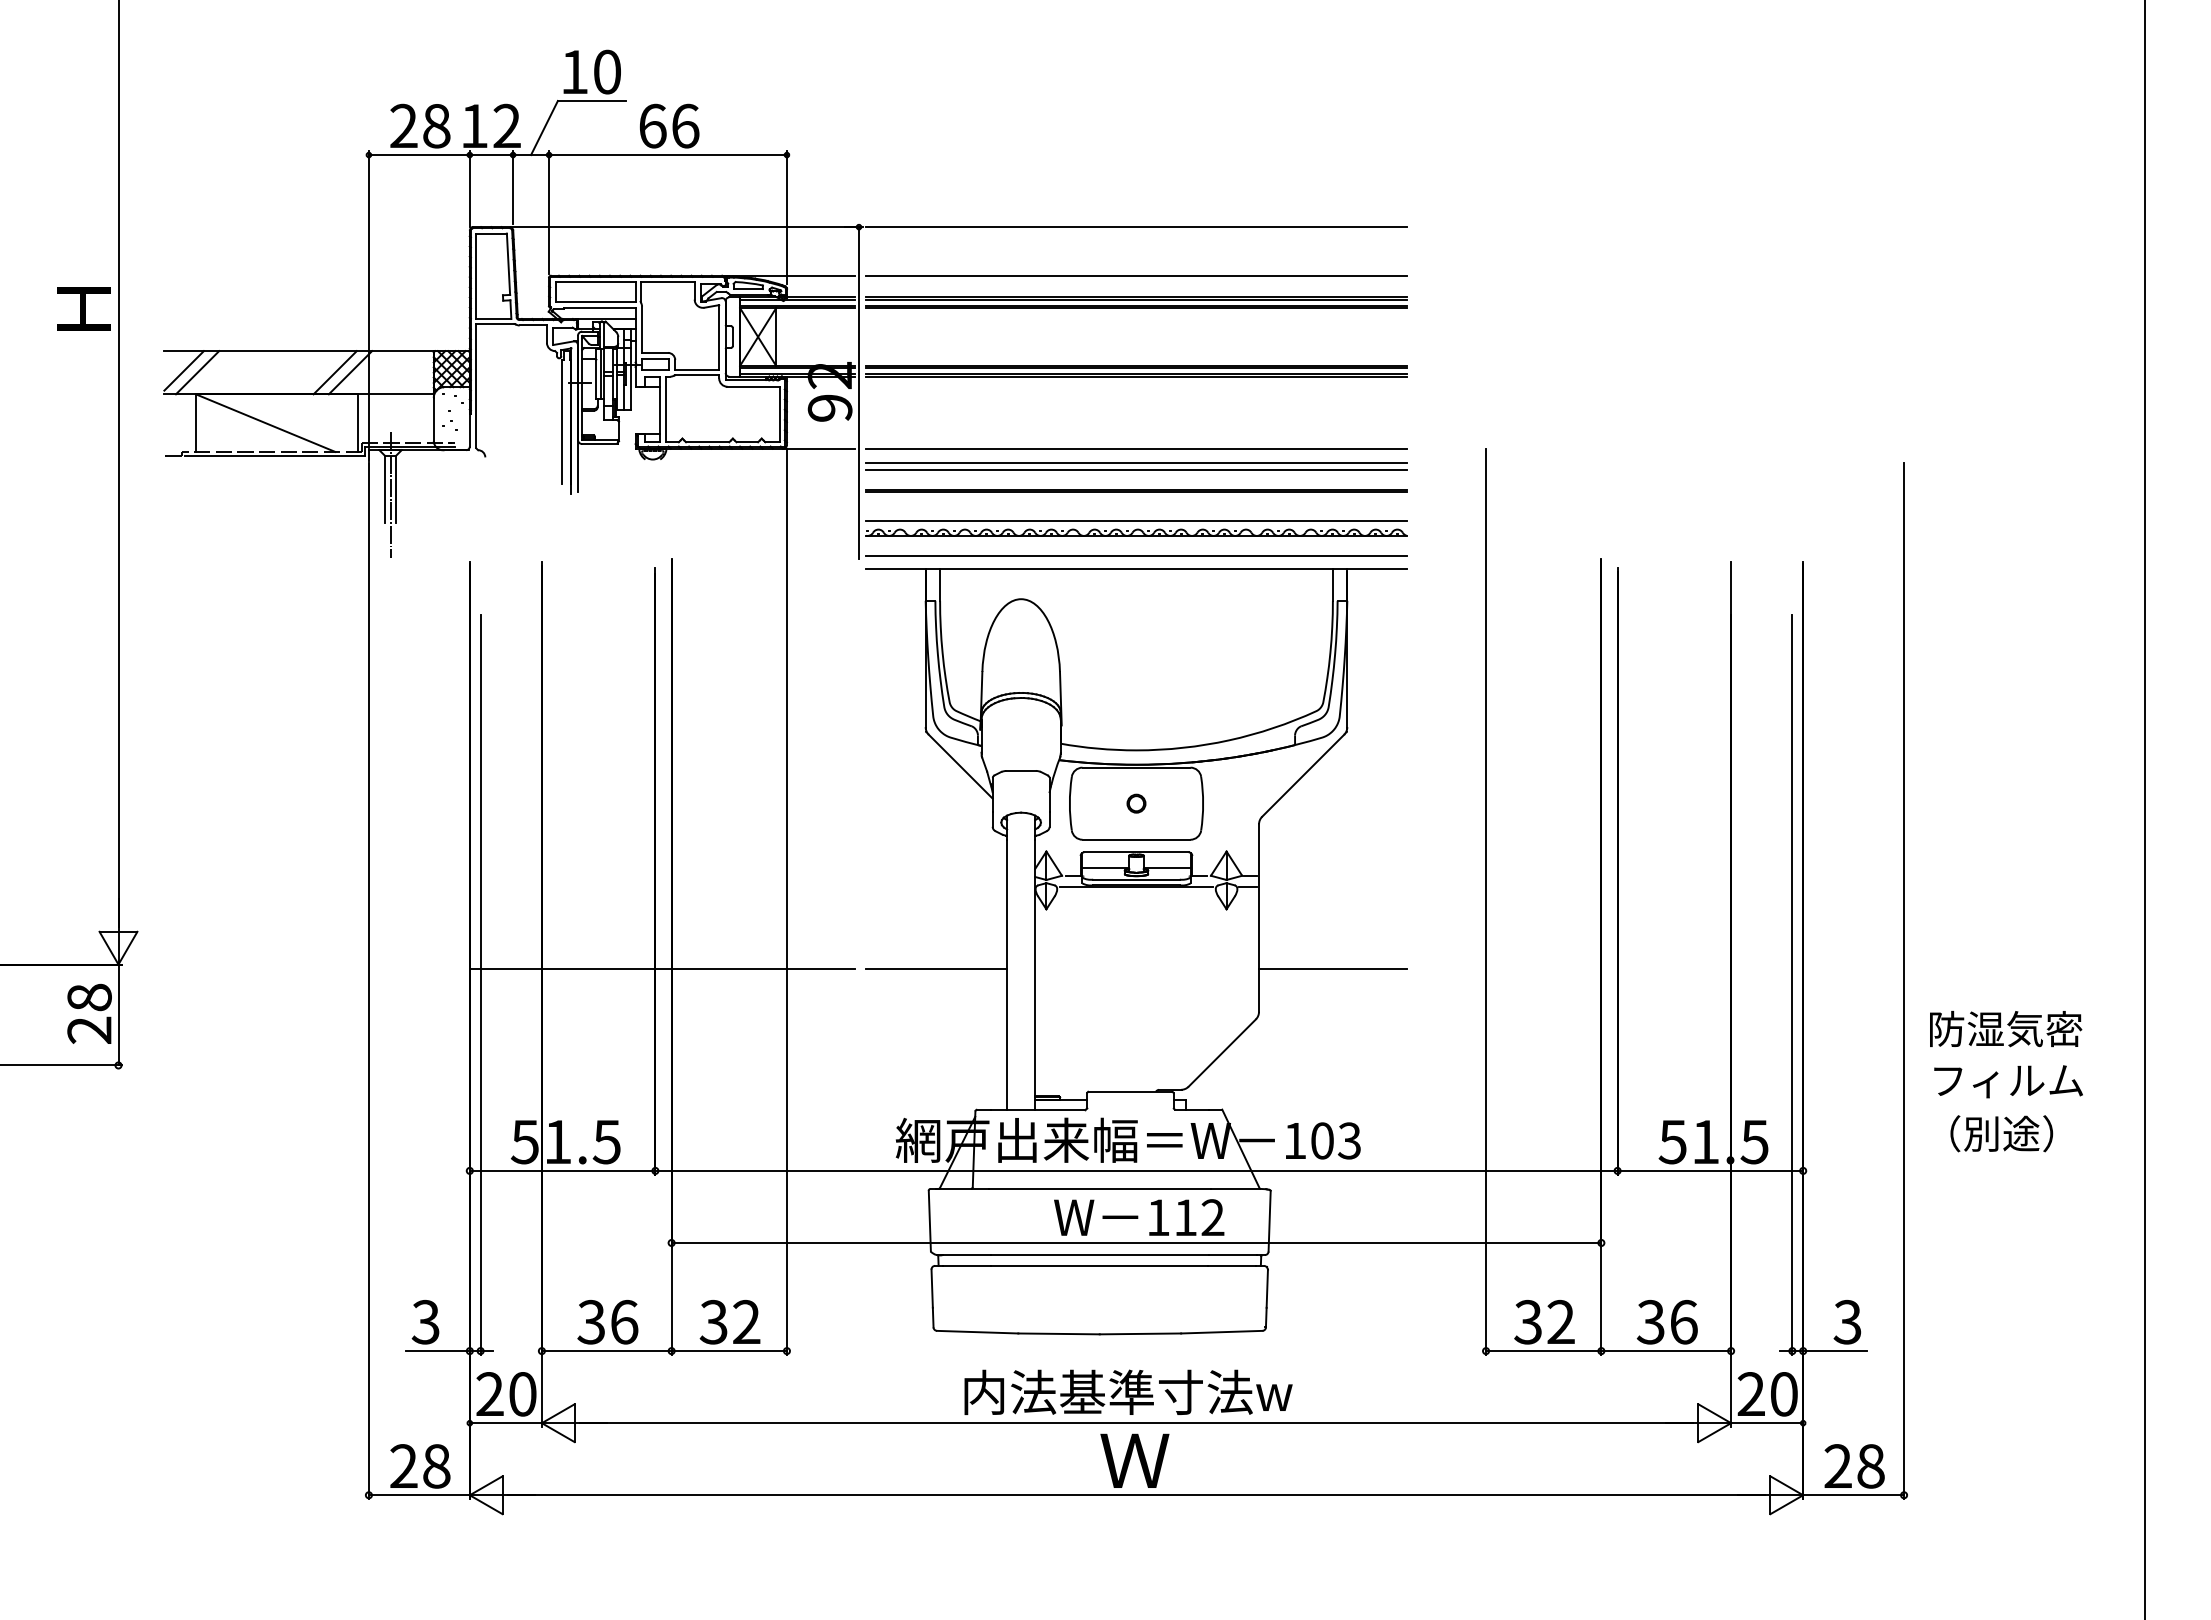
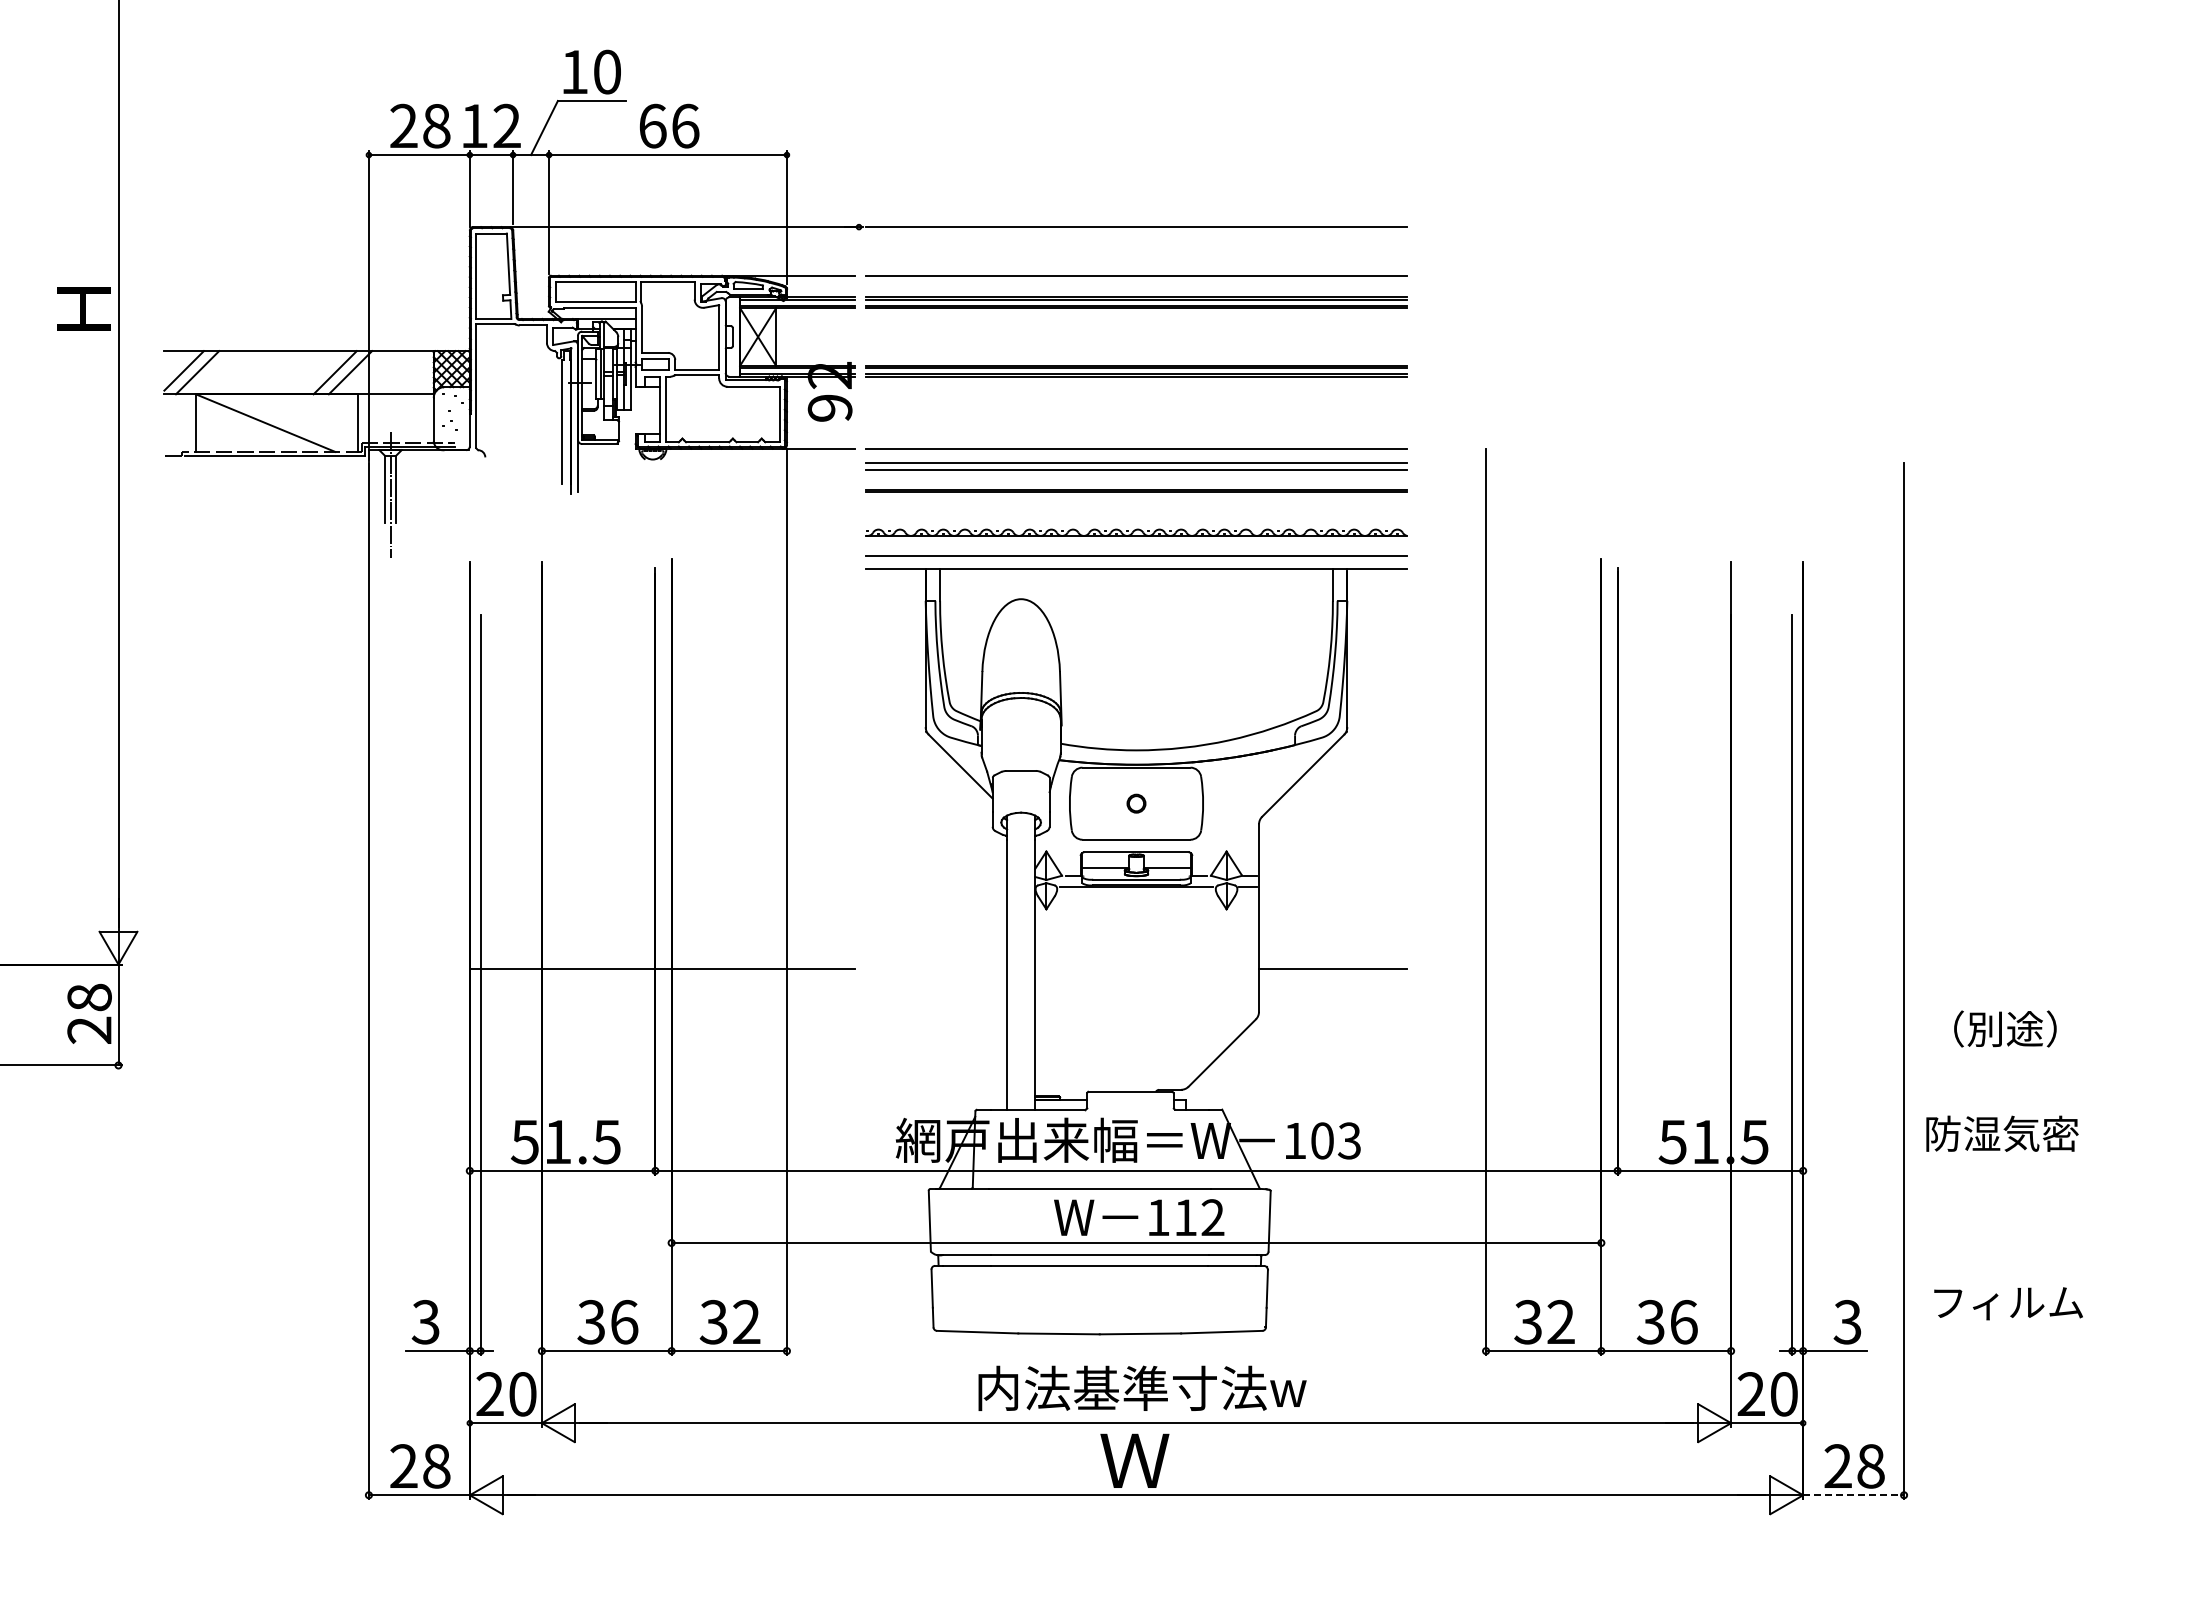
line at (859, 392): present -> none
line at (1136, 520): present -> none
line at (2144, 809): present -> none
line at (936, 969): present -> none
text at (2006, 1028): 防湿気密 -> （別途）
text at (2008, 1081) position: (2008, 1081) -> (2008, 1303)
text at (2002, 1133): （別途） -> 防湿気密
text at (1128, 1391) position: (1128, 1391) -> (1142, 1387)
line at (1854, 1495): solid -> dashed
